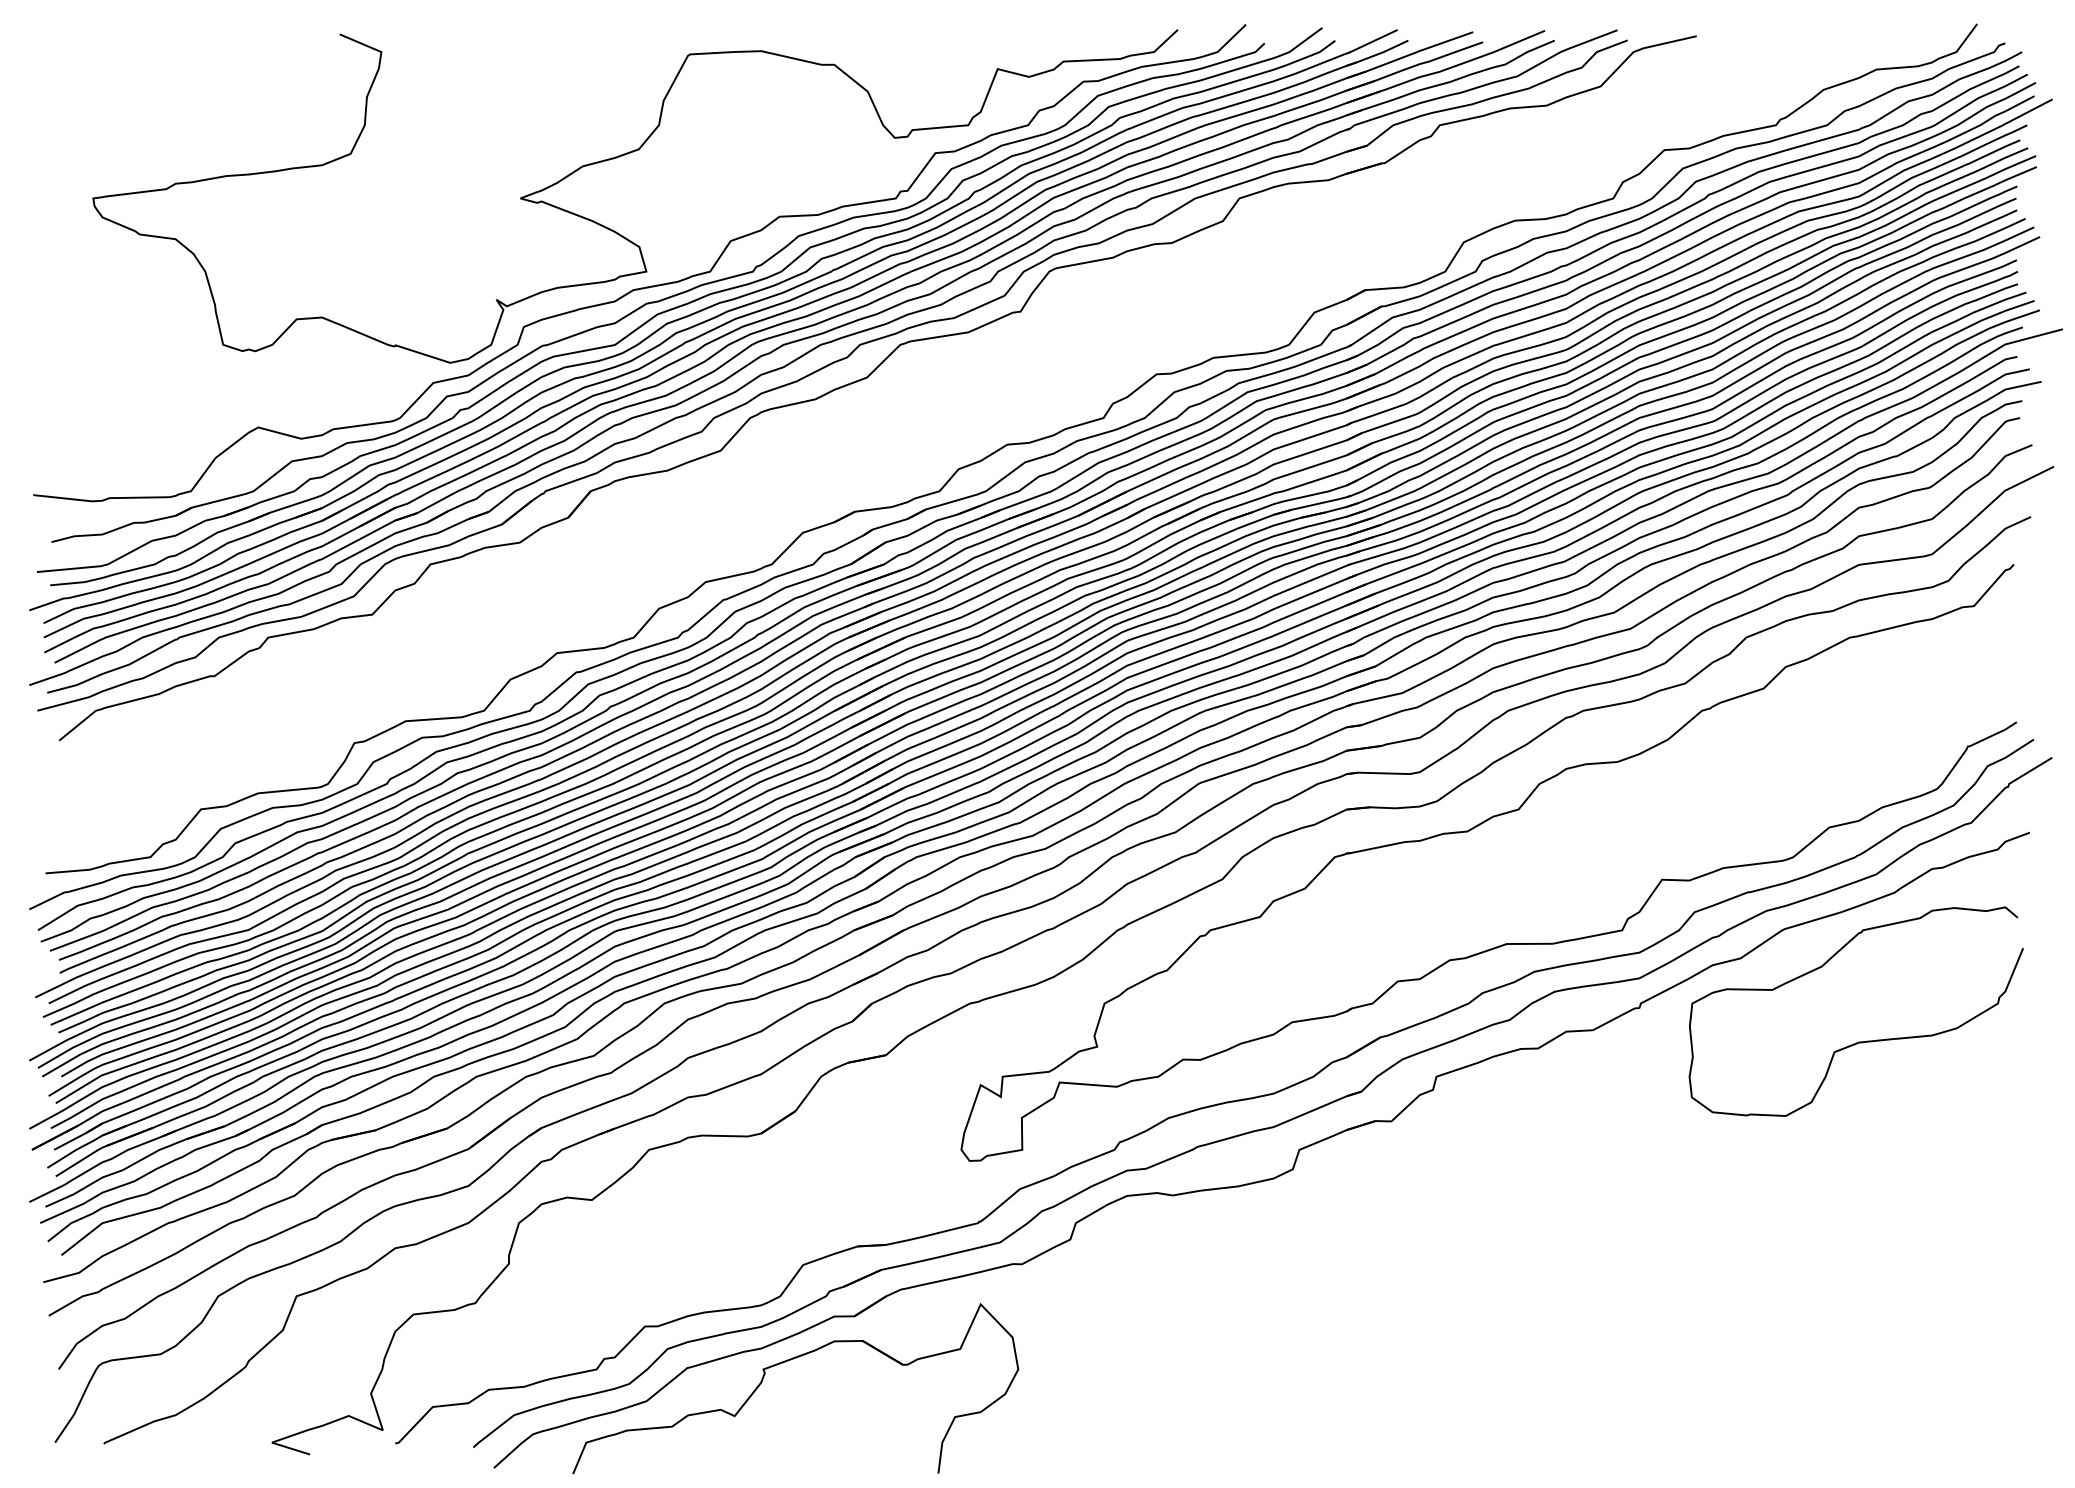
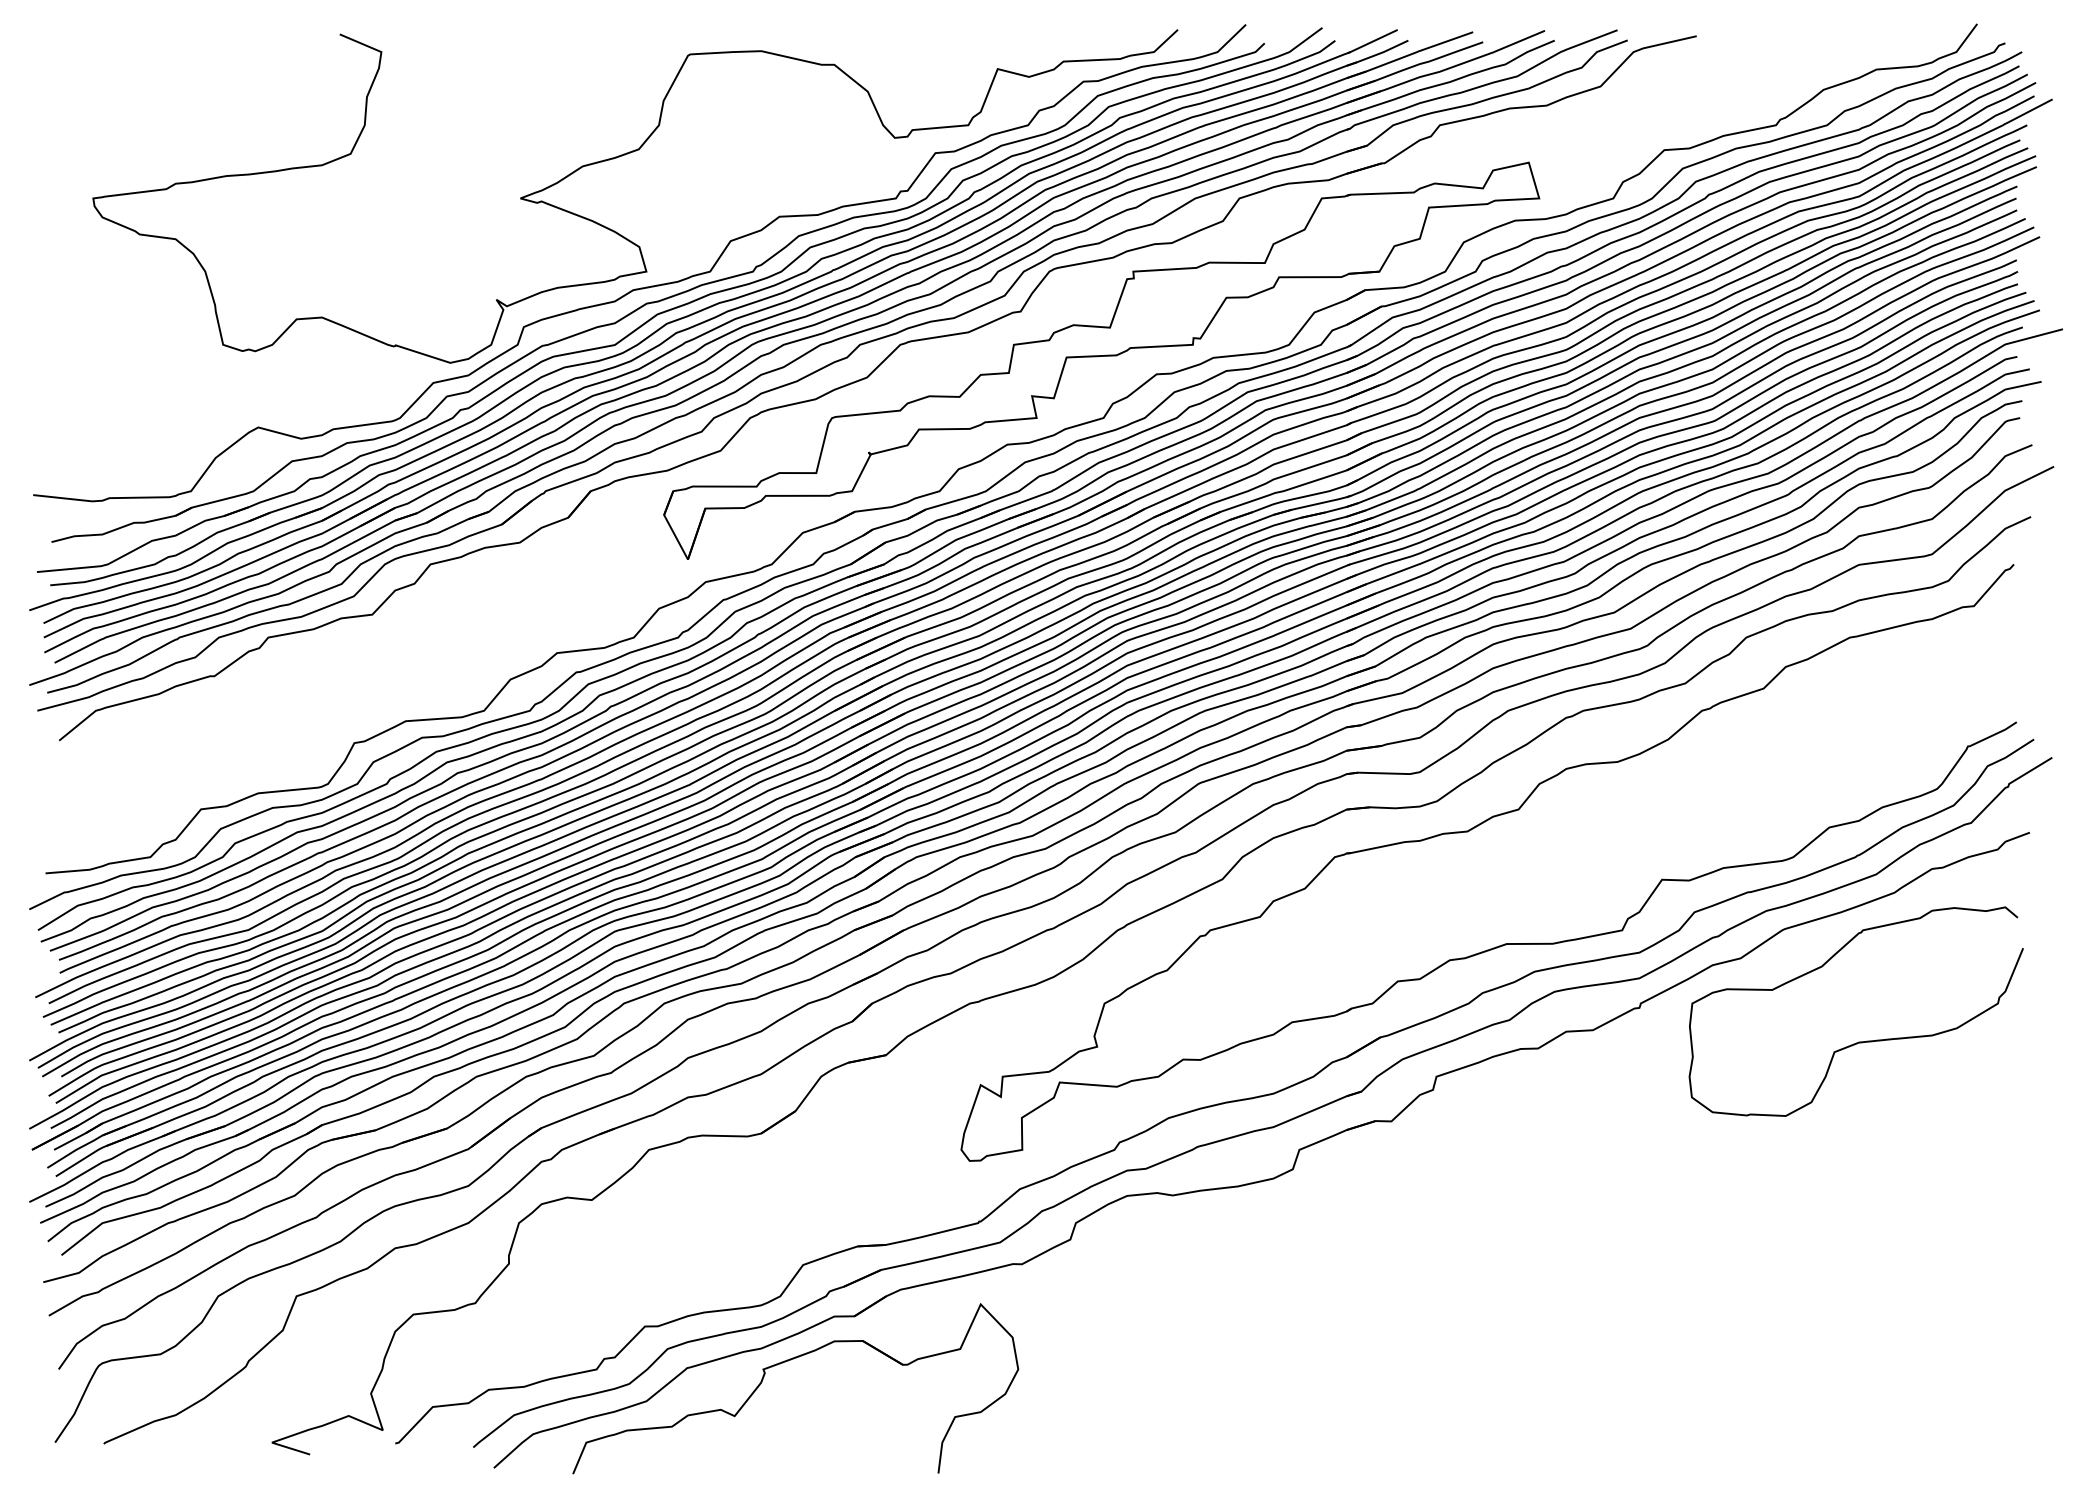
part at (1101, 360): none -> present
